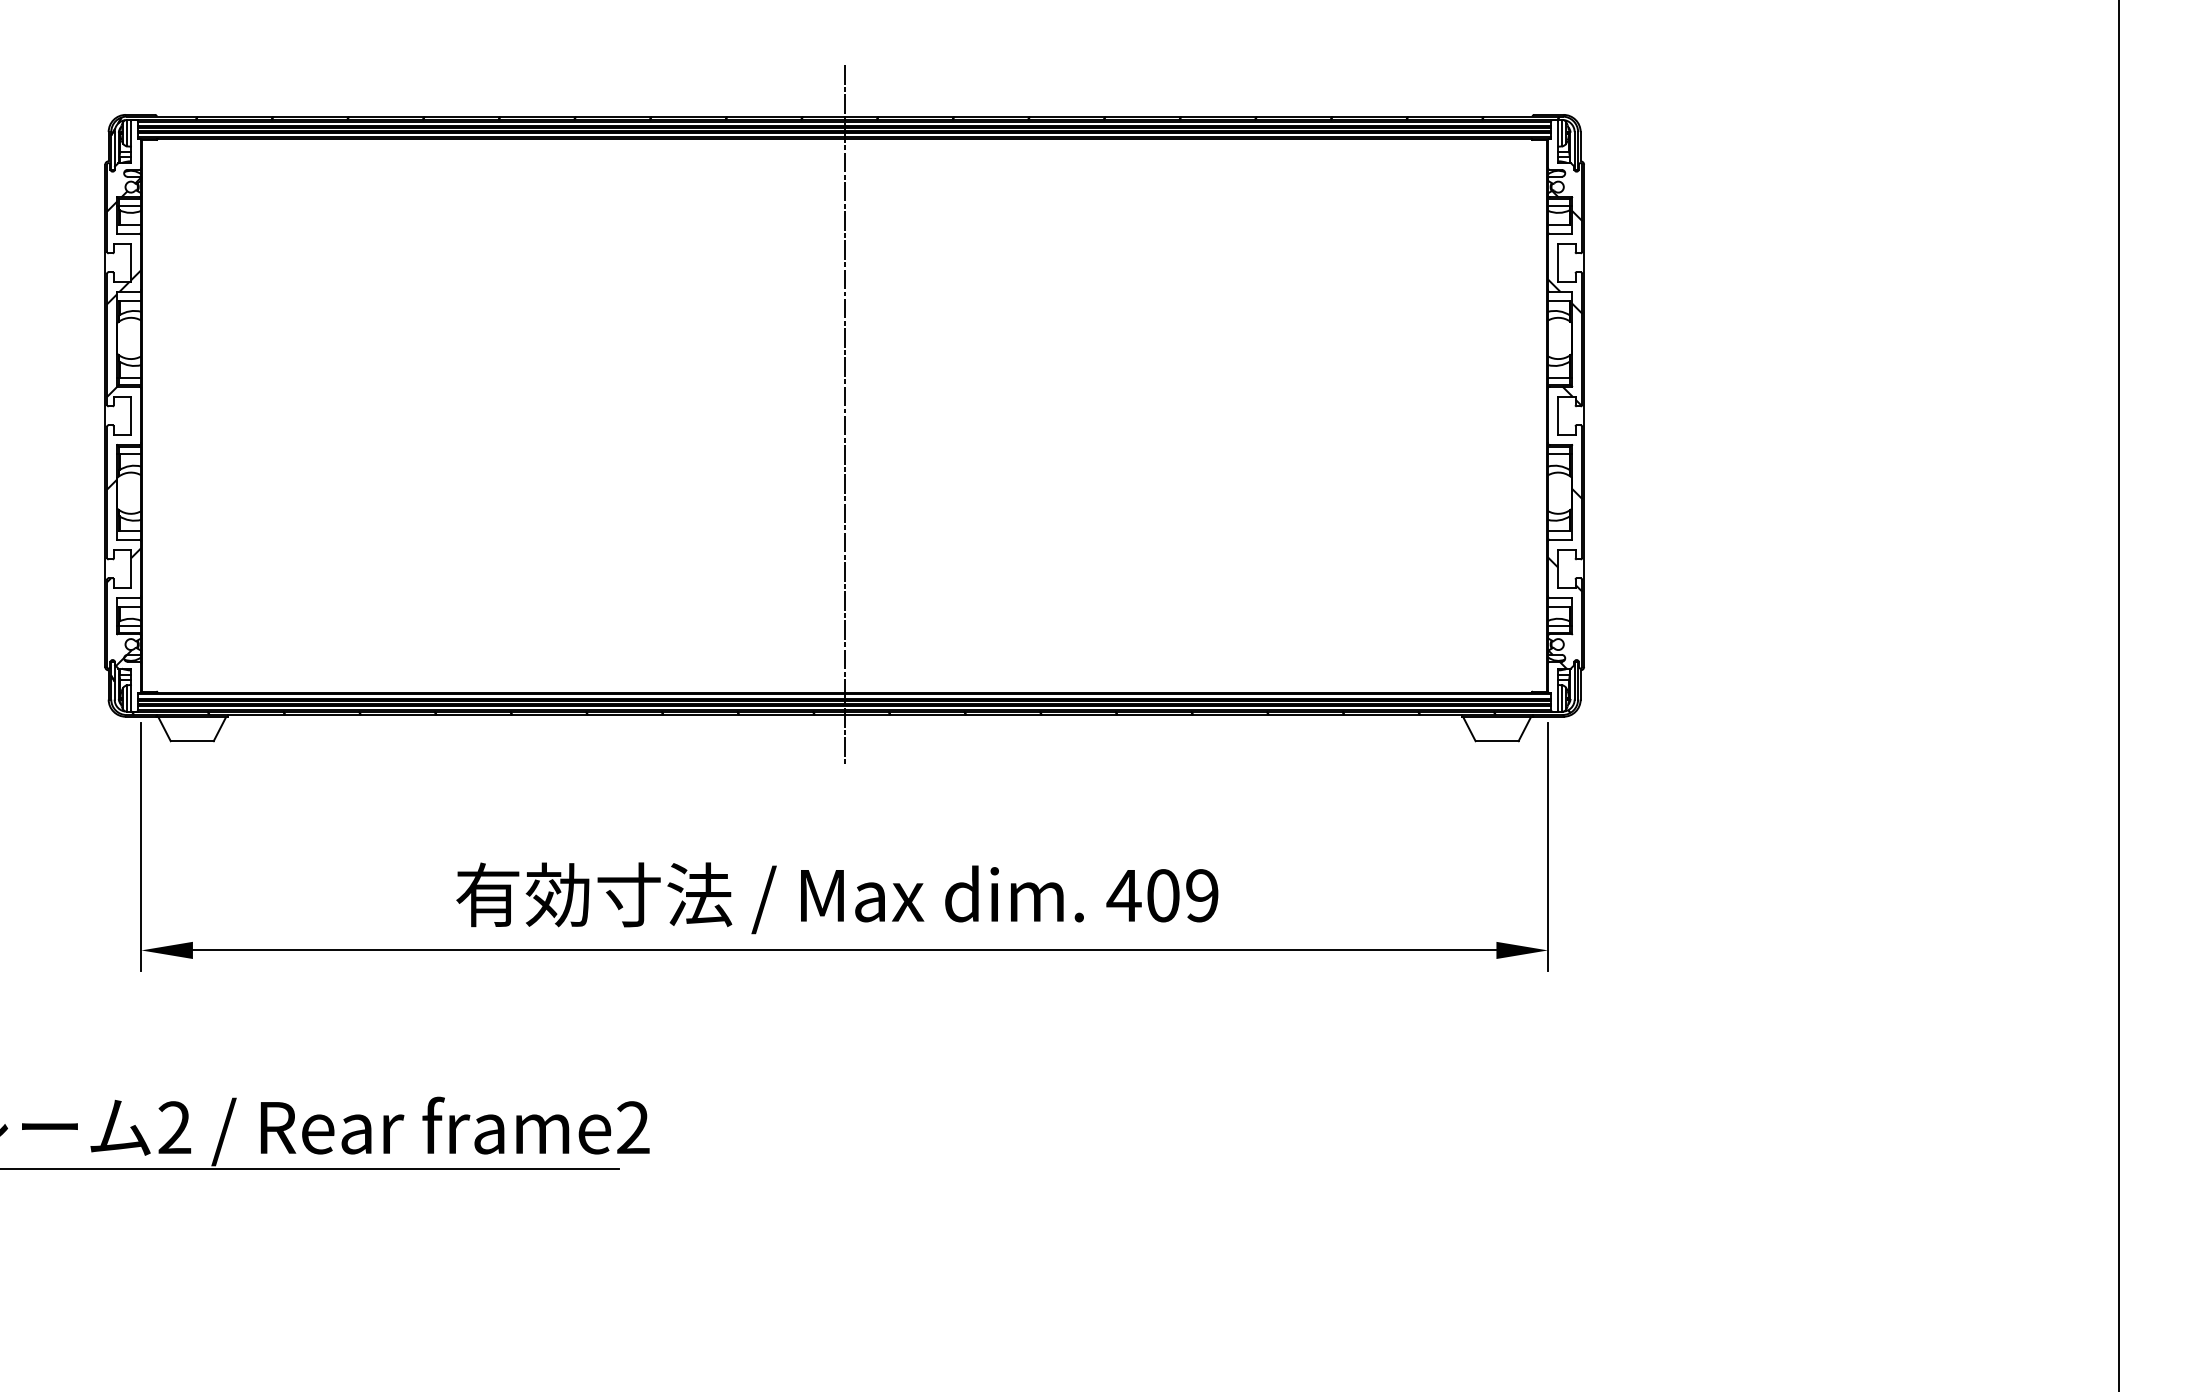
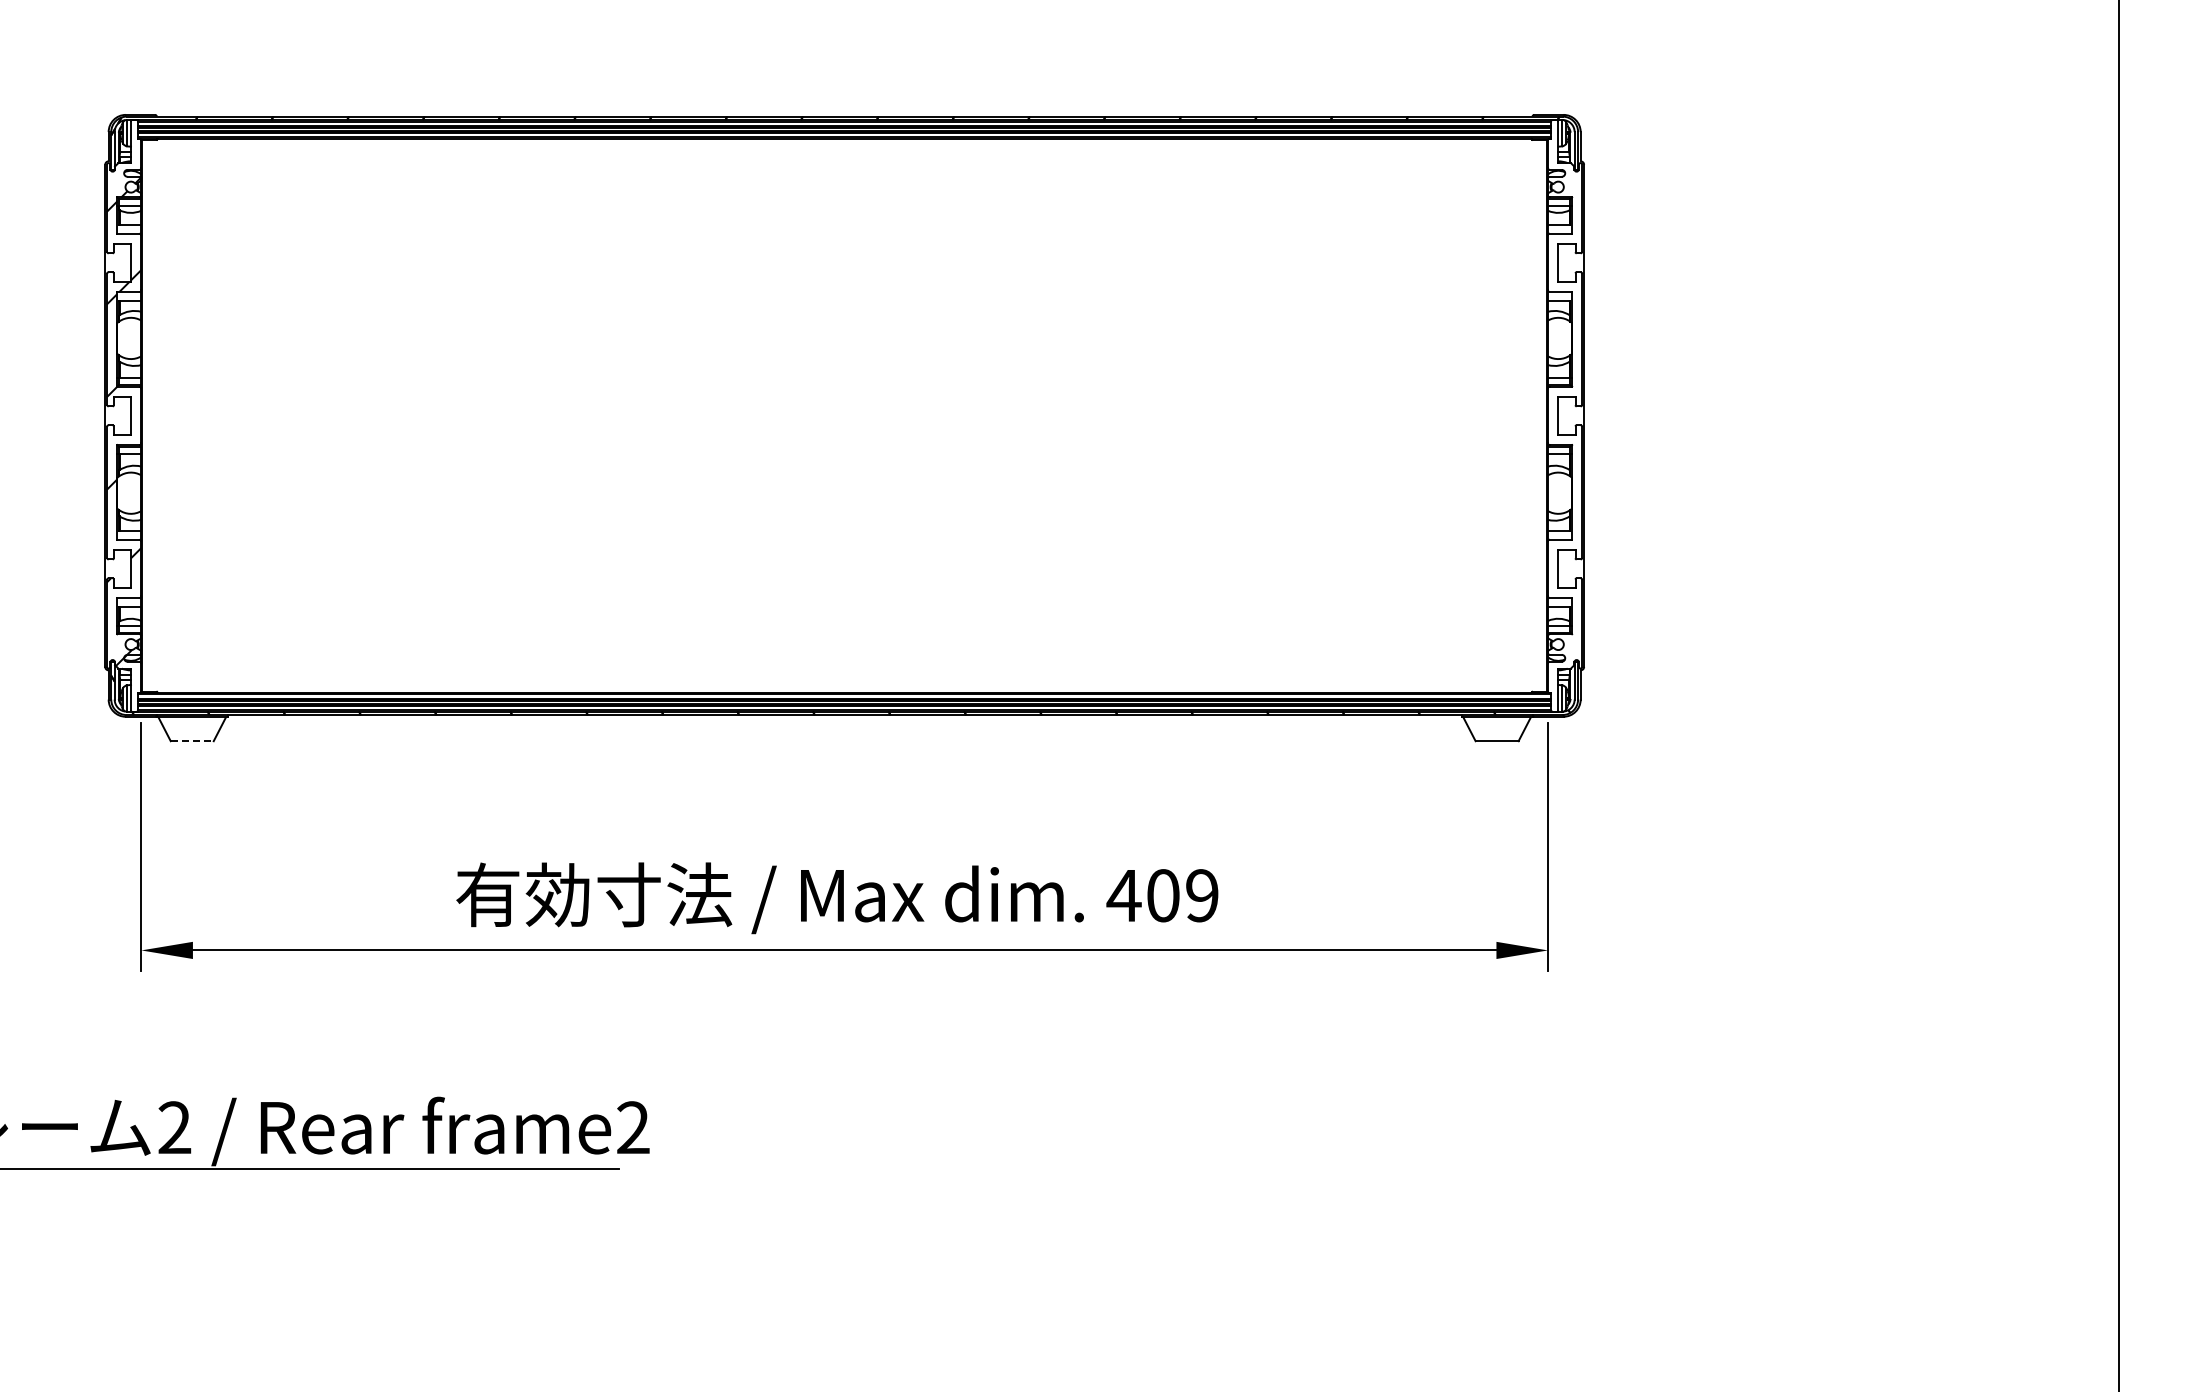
line at (844, 415): present -> none
hatch at (1565, 429): present -> none
line at (192, 741): solid -> dashed
